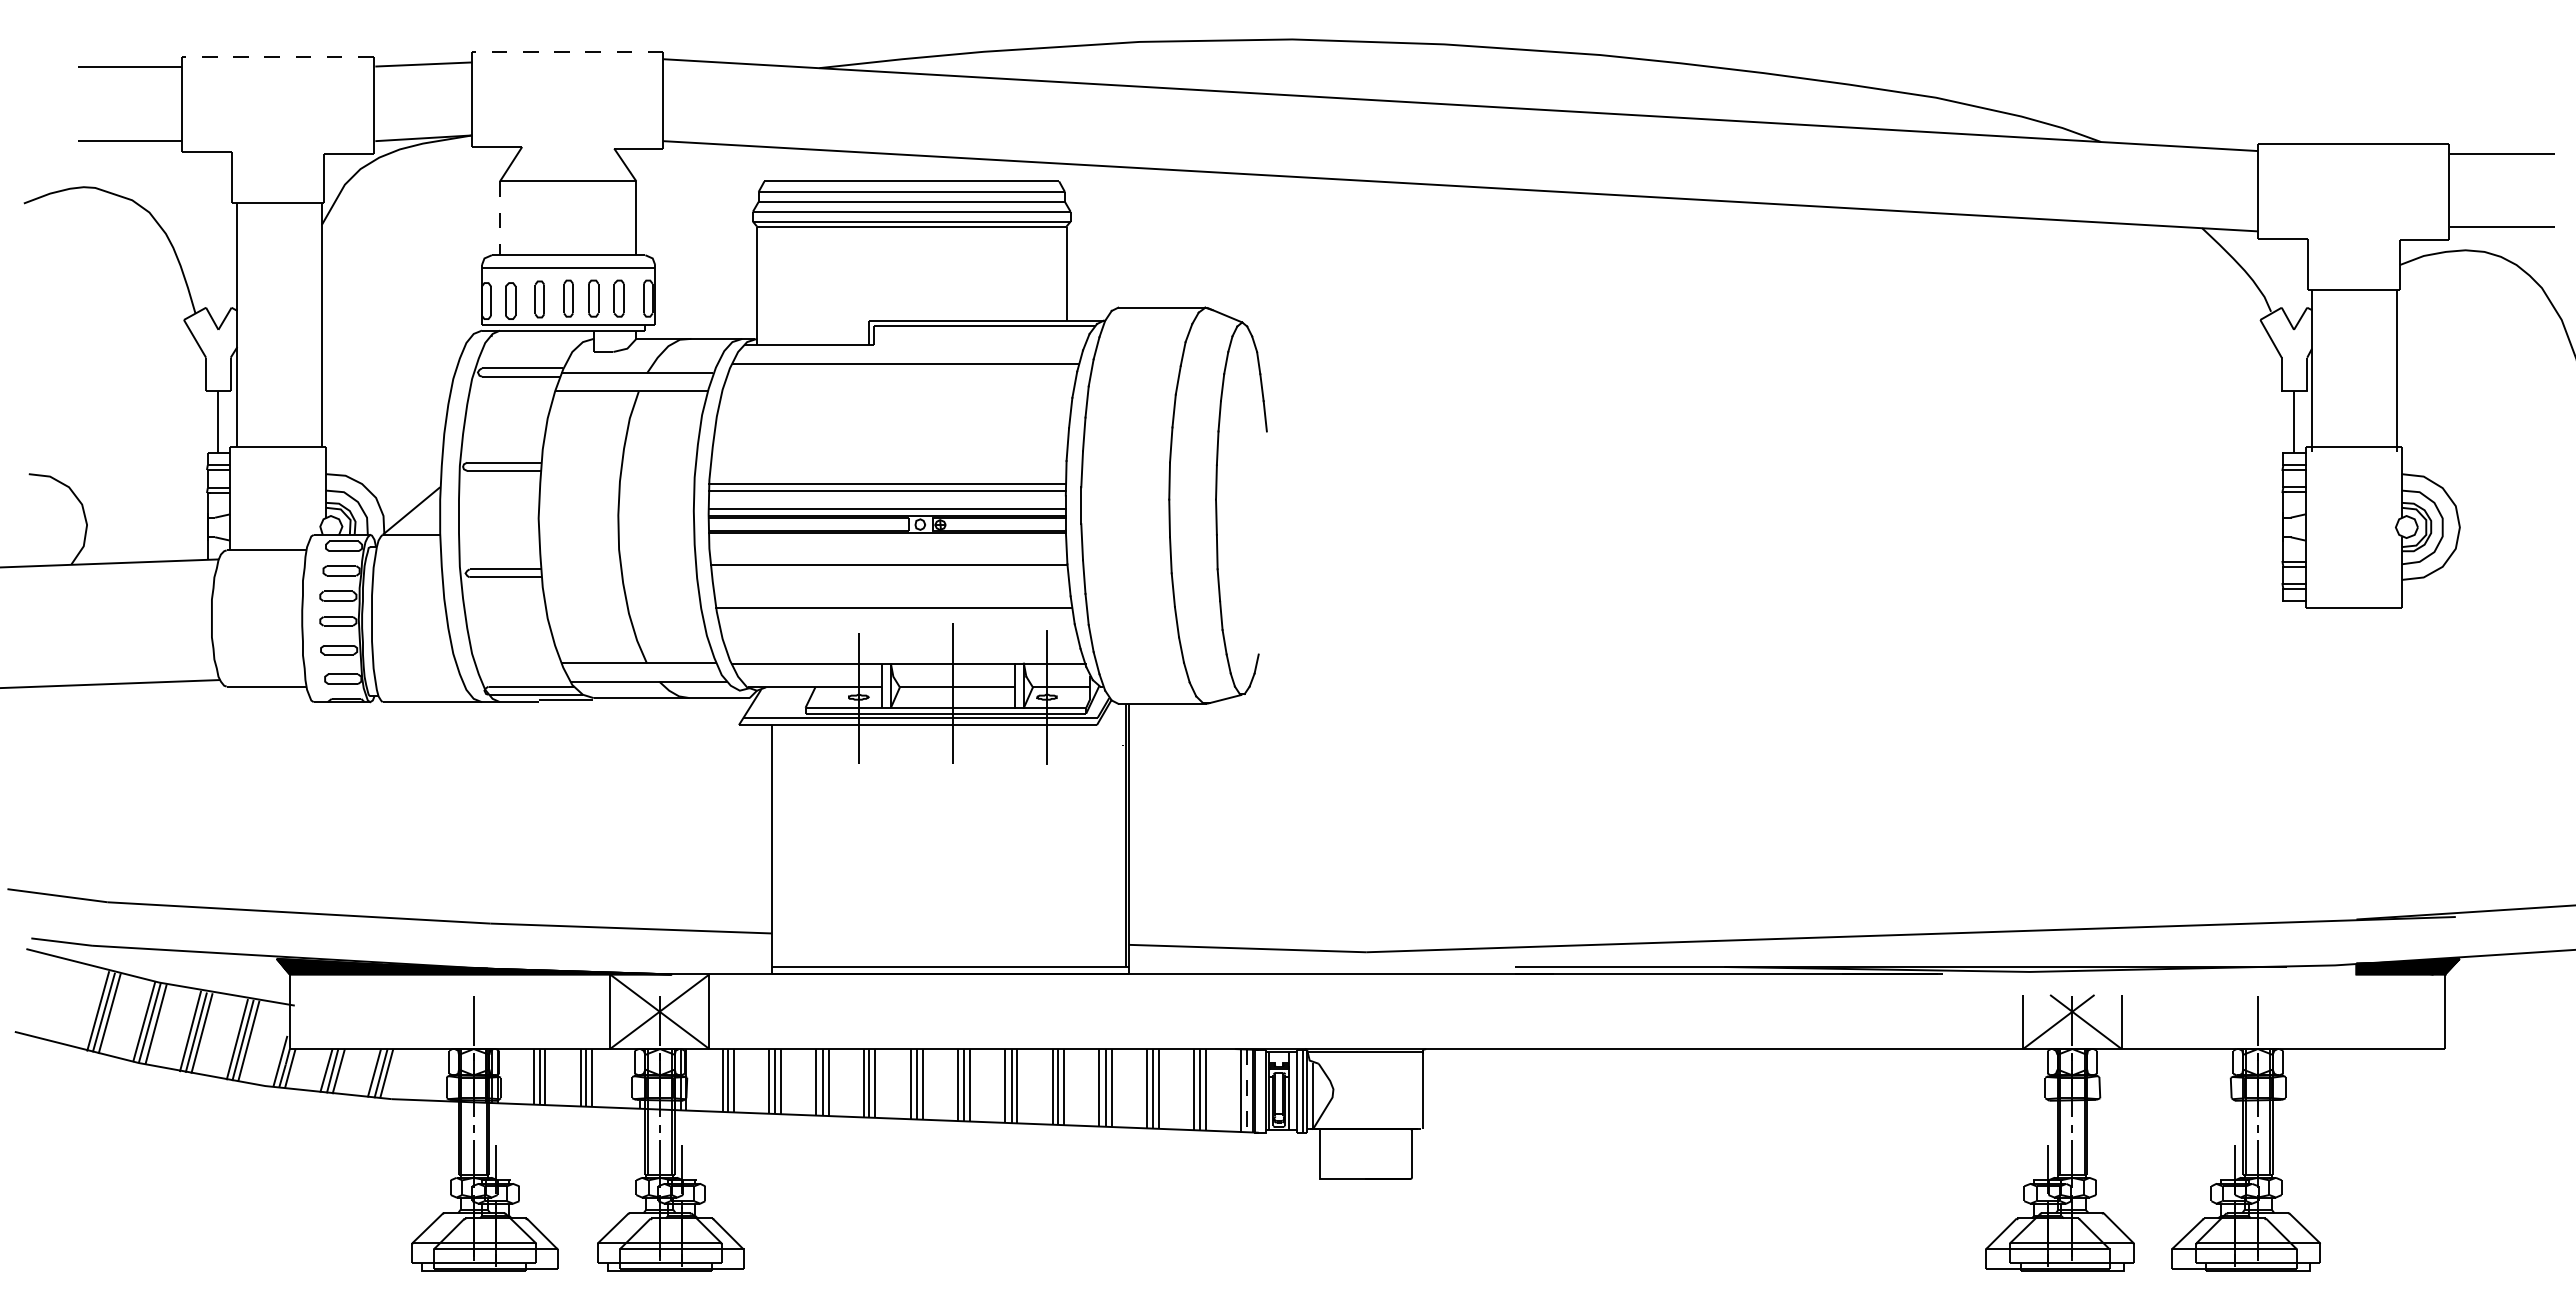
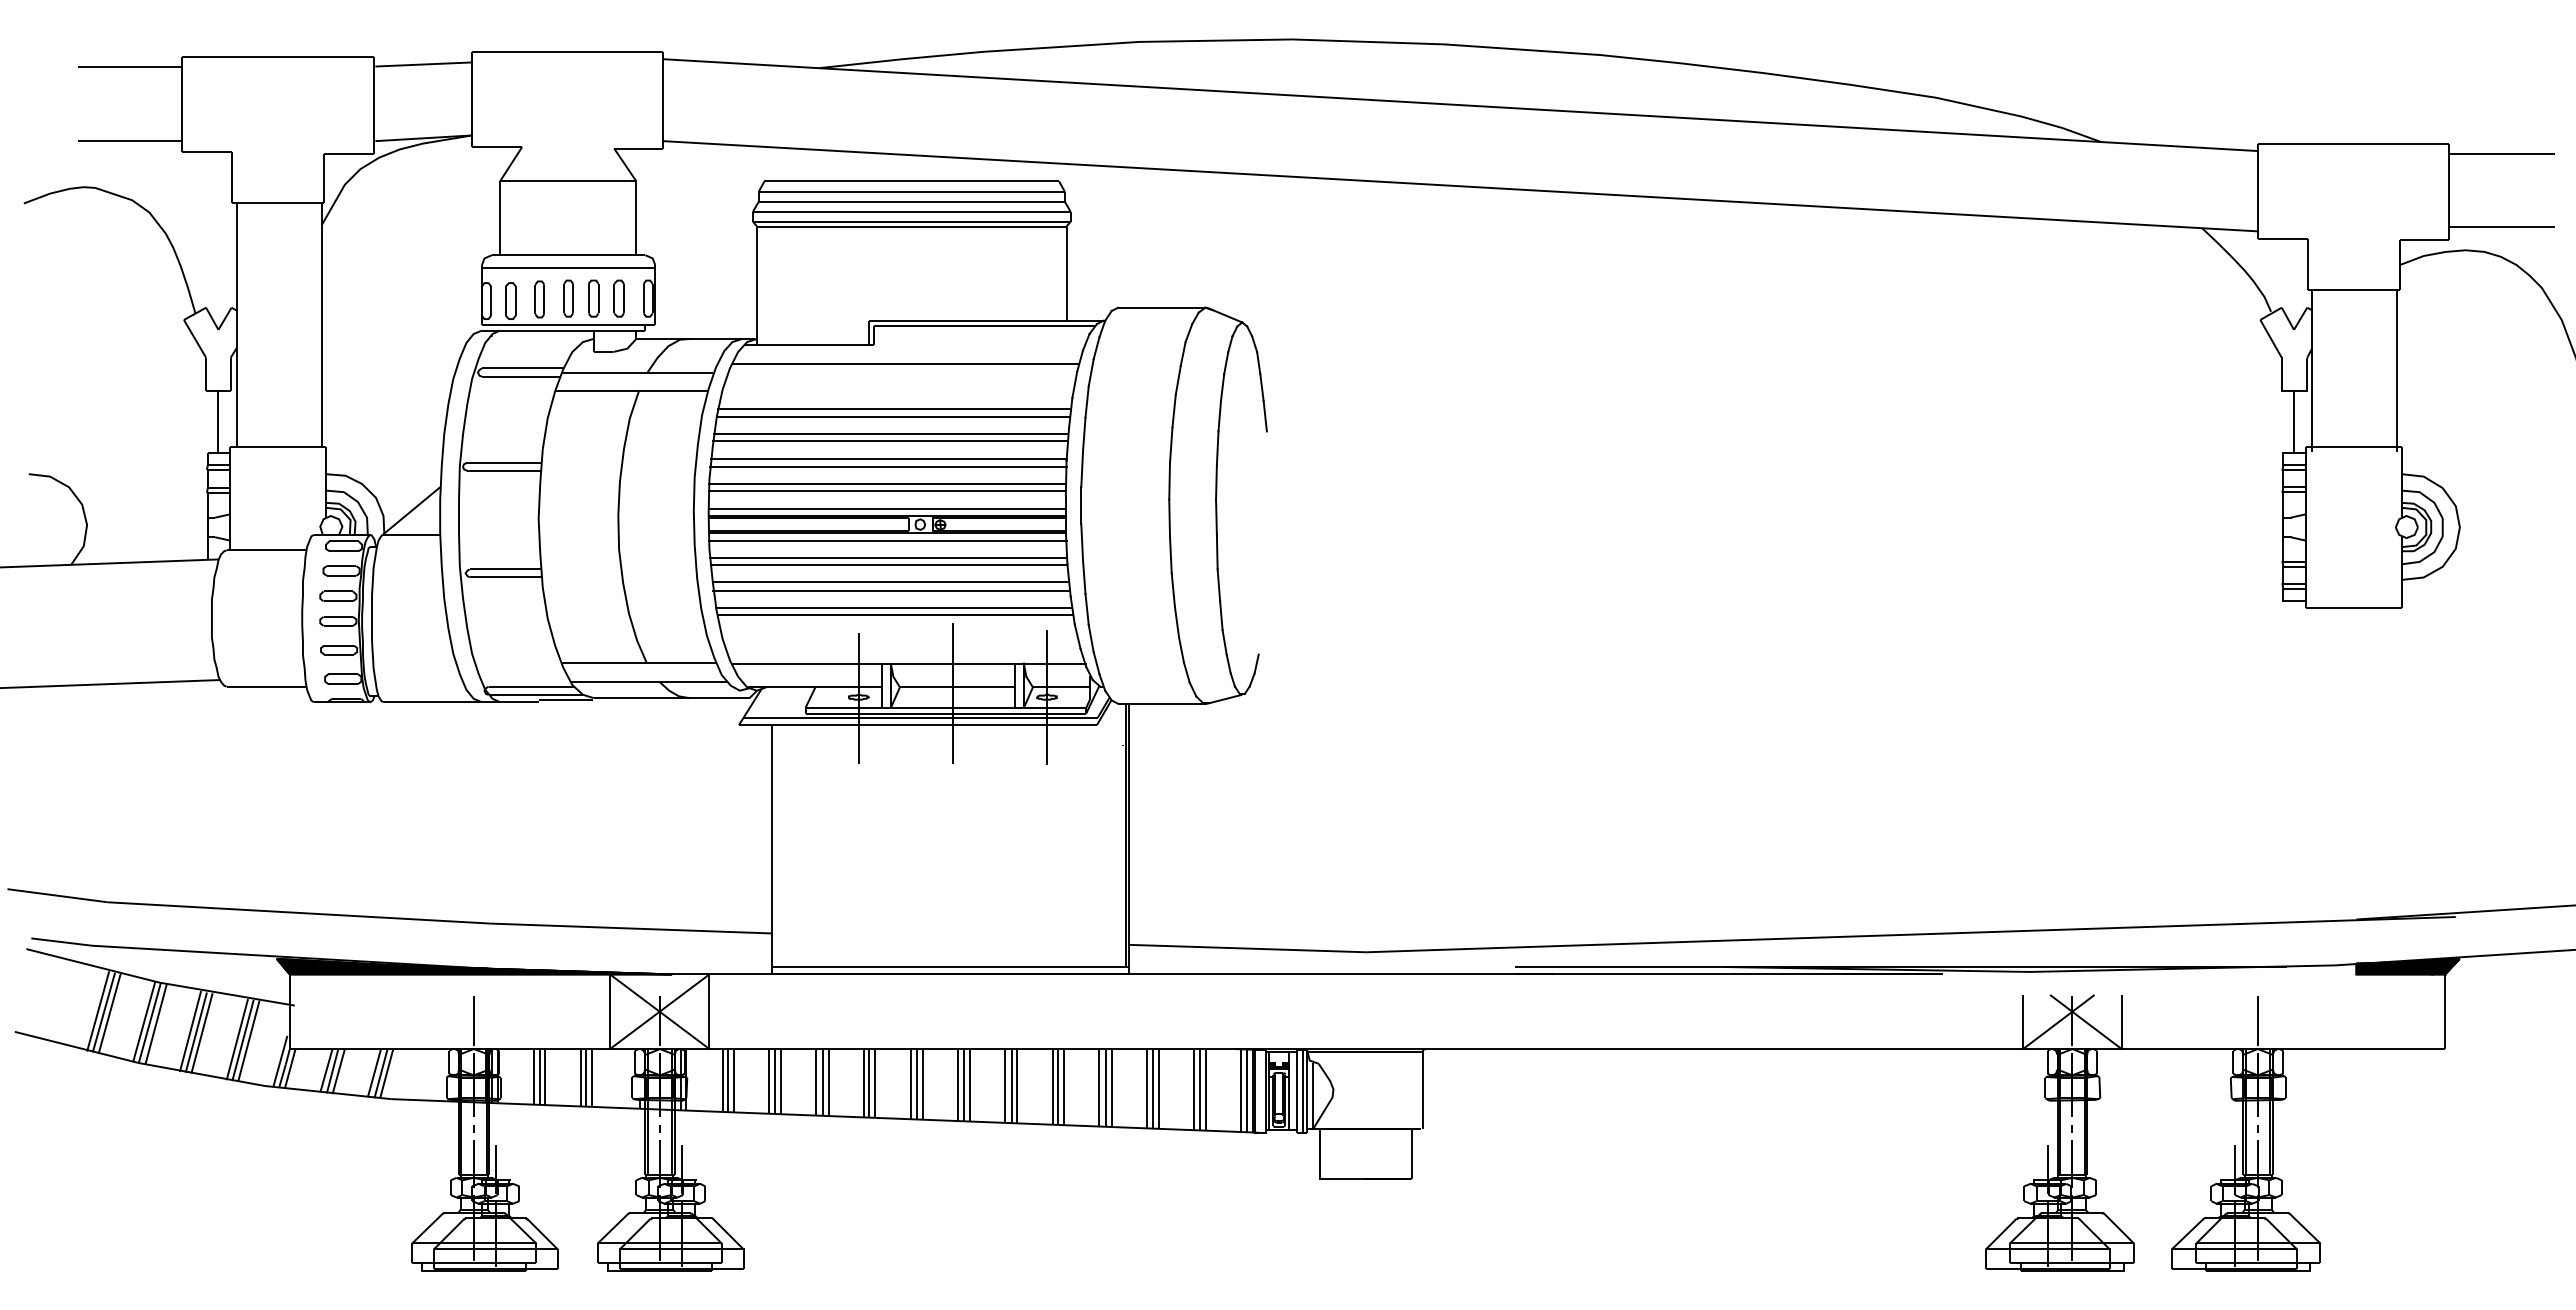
line at (567, 51): dashed -> solid
line at (277, 56): dashed -> solid
line at (500, 218): dashed -> solid
line at (894, 409): none -> present
line at (892, 416): none -> present
line at (891, 434): none -> present
line at (890, 441): none -> present
line at (888, 458): none -> present
line at (888, 466): none -> present
line at (887, 540): none -> present
line at (888, 557): none -> present
line at (890, 582): none -> present
line at (891, 590): none -> present
line at (895, 615): none -> present
line at (1247, 1090): dashed -> solid
